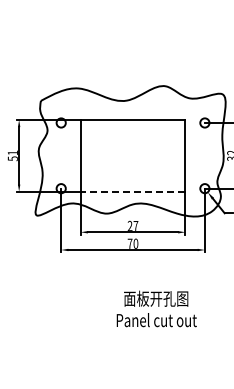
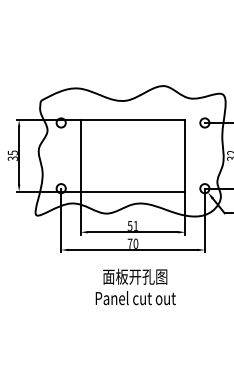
text at (12, 155): 51 -> 35
line at (132, 191): dashed -> solid
text at (132, 225): 27 -> 51
text at (156, 308) position: (156, 308) -> (135, 286)
